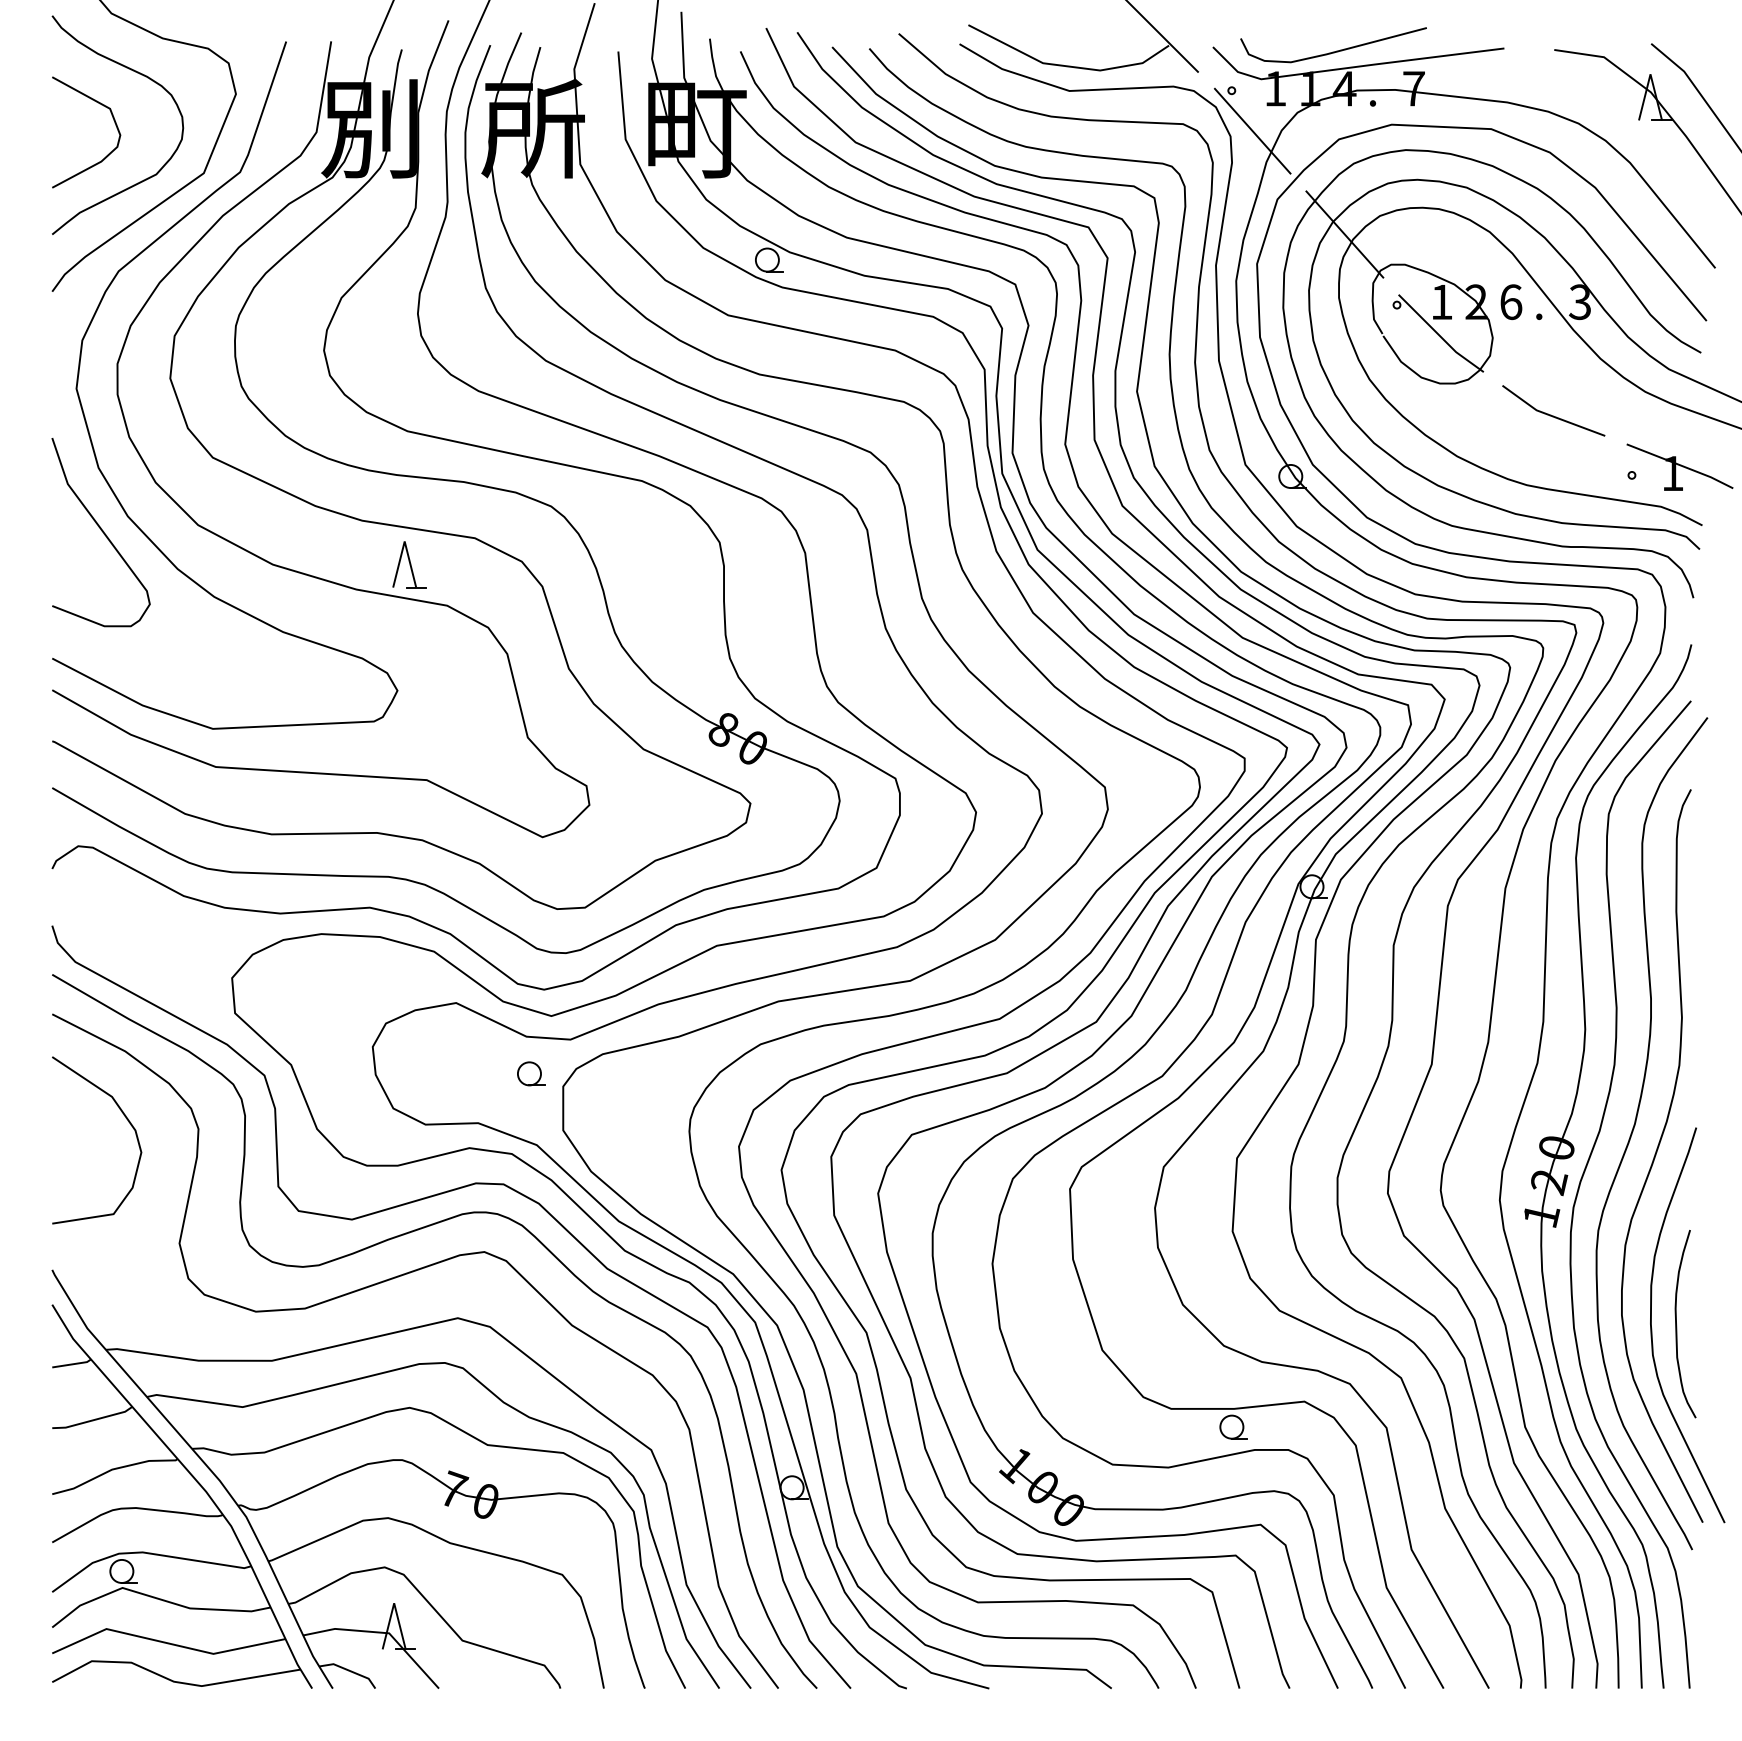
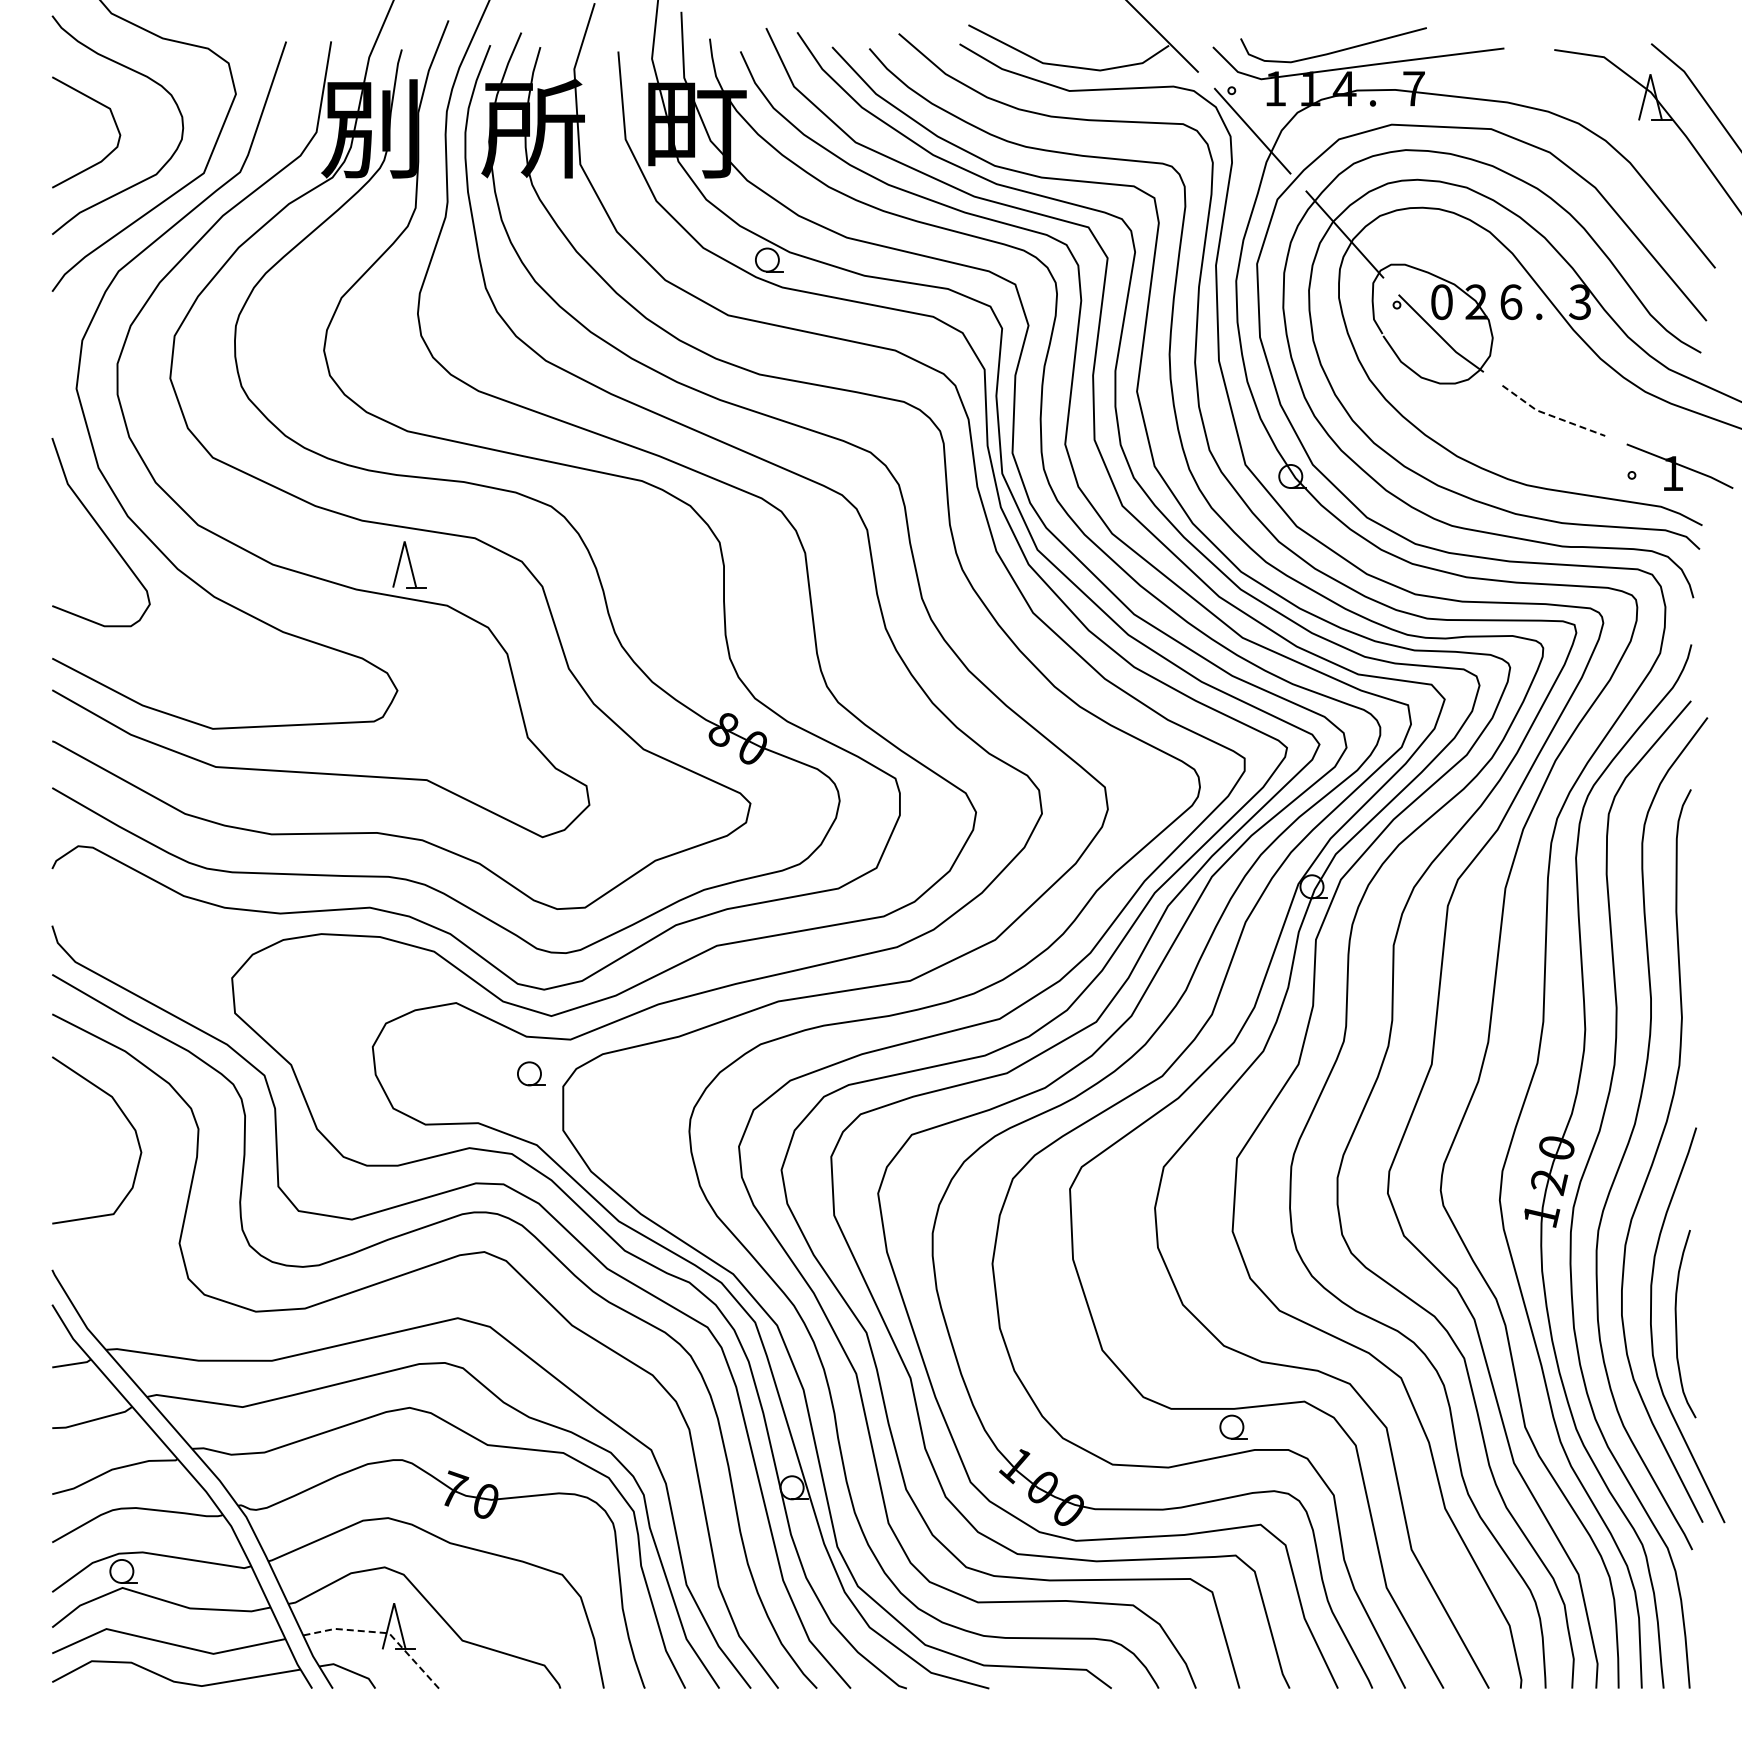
text at (1441, 302): 1 -> 0
line at (1550, 415): solid -> dashed
line at (382, 1632): solid -> dashed
